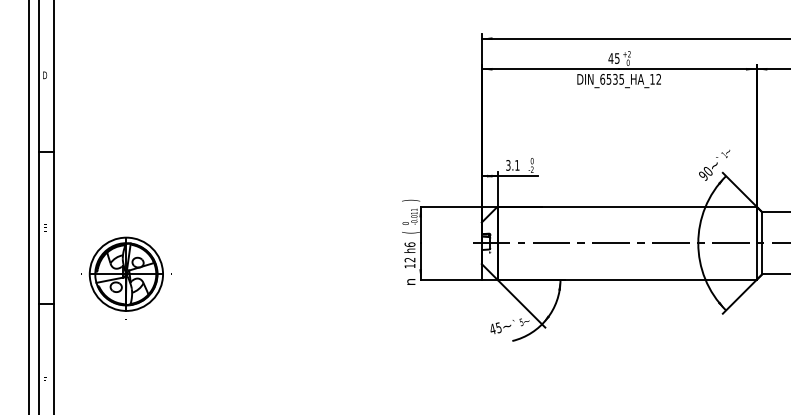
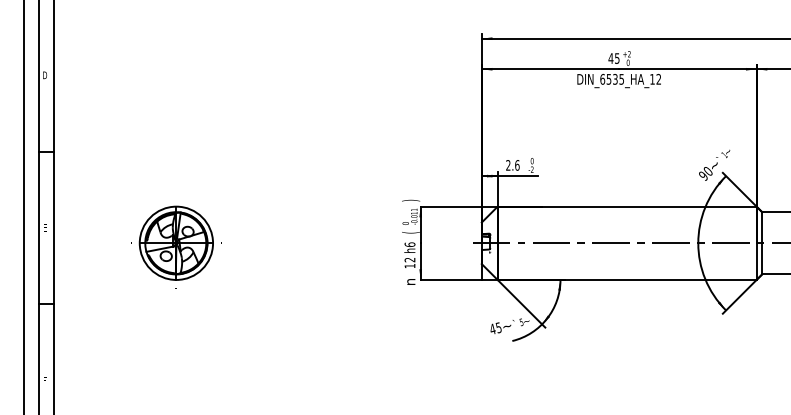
text at (512, 165): 3.1 -> 2.6
line at (28, 206) position: (28, 206) -> (23, 206)
part at (126, 277) position: (126, 277) -> (176, 246)
